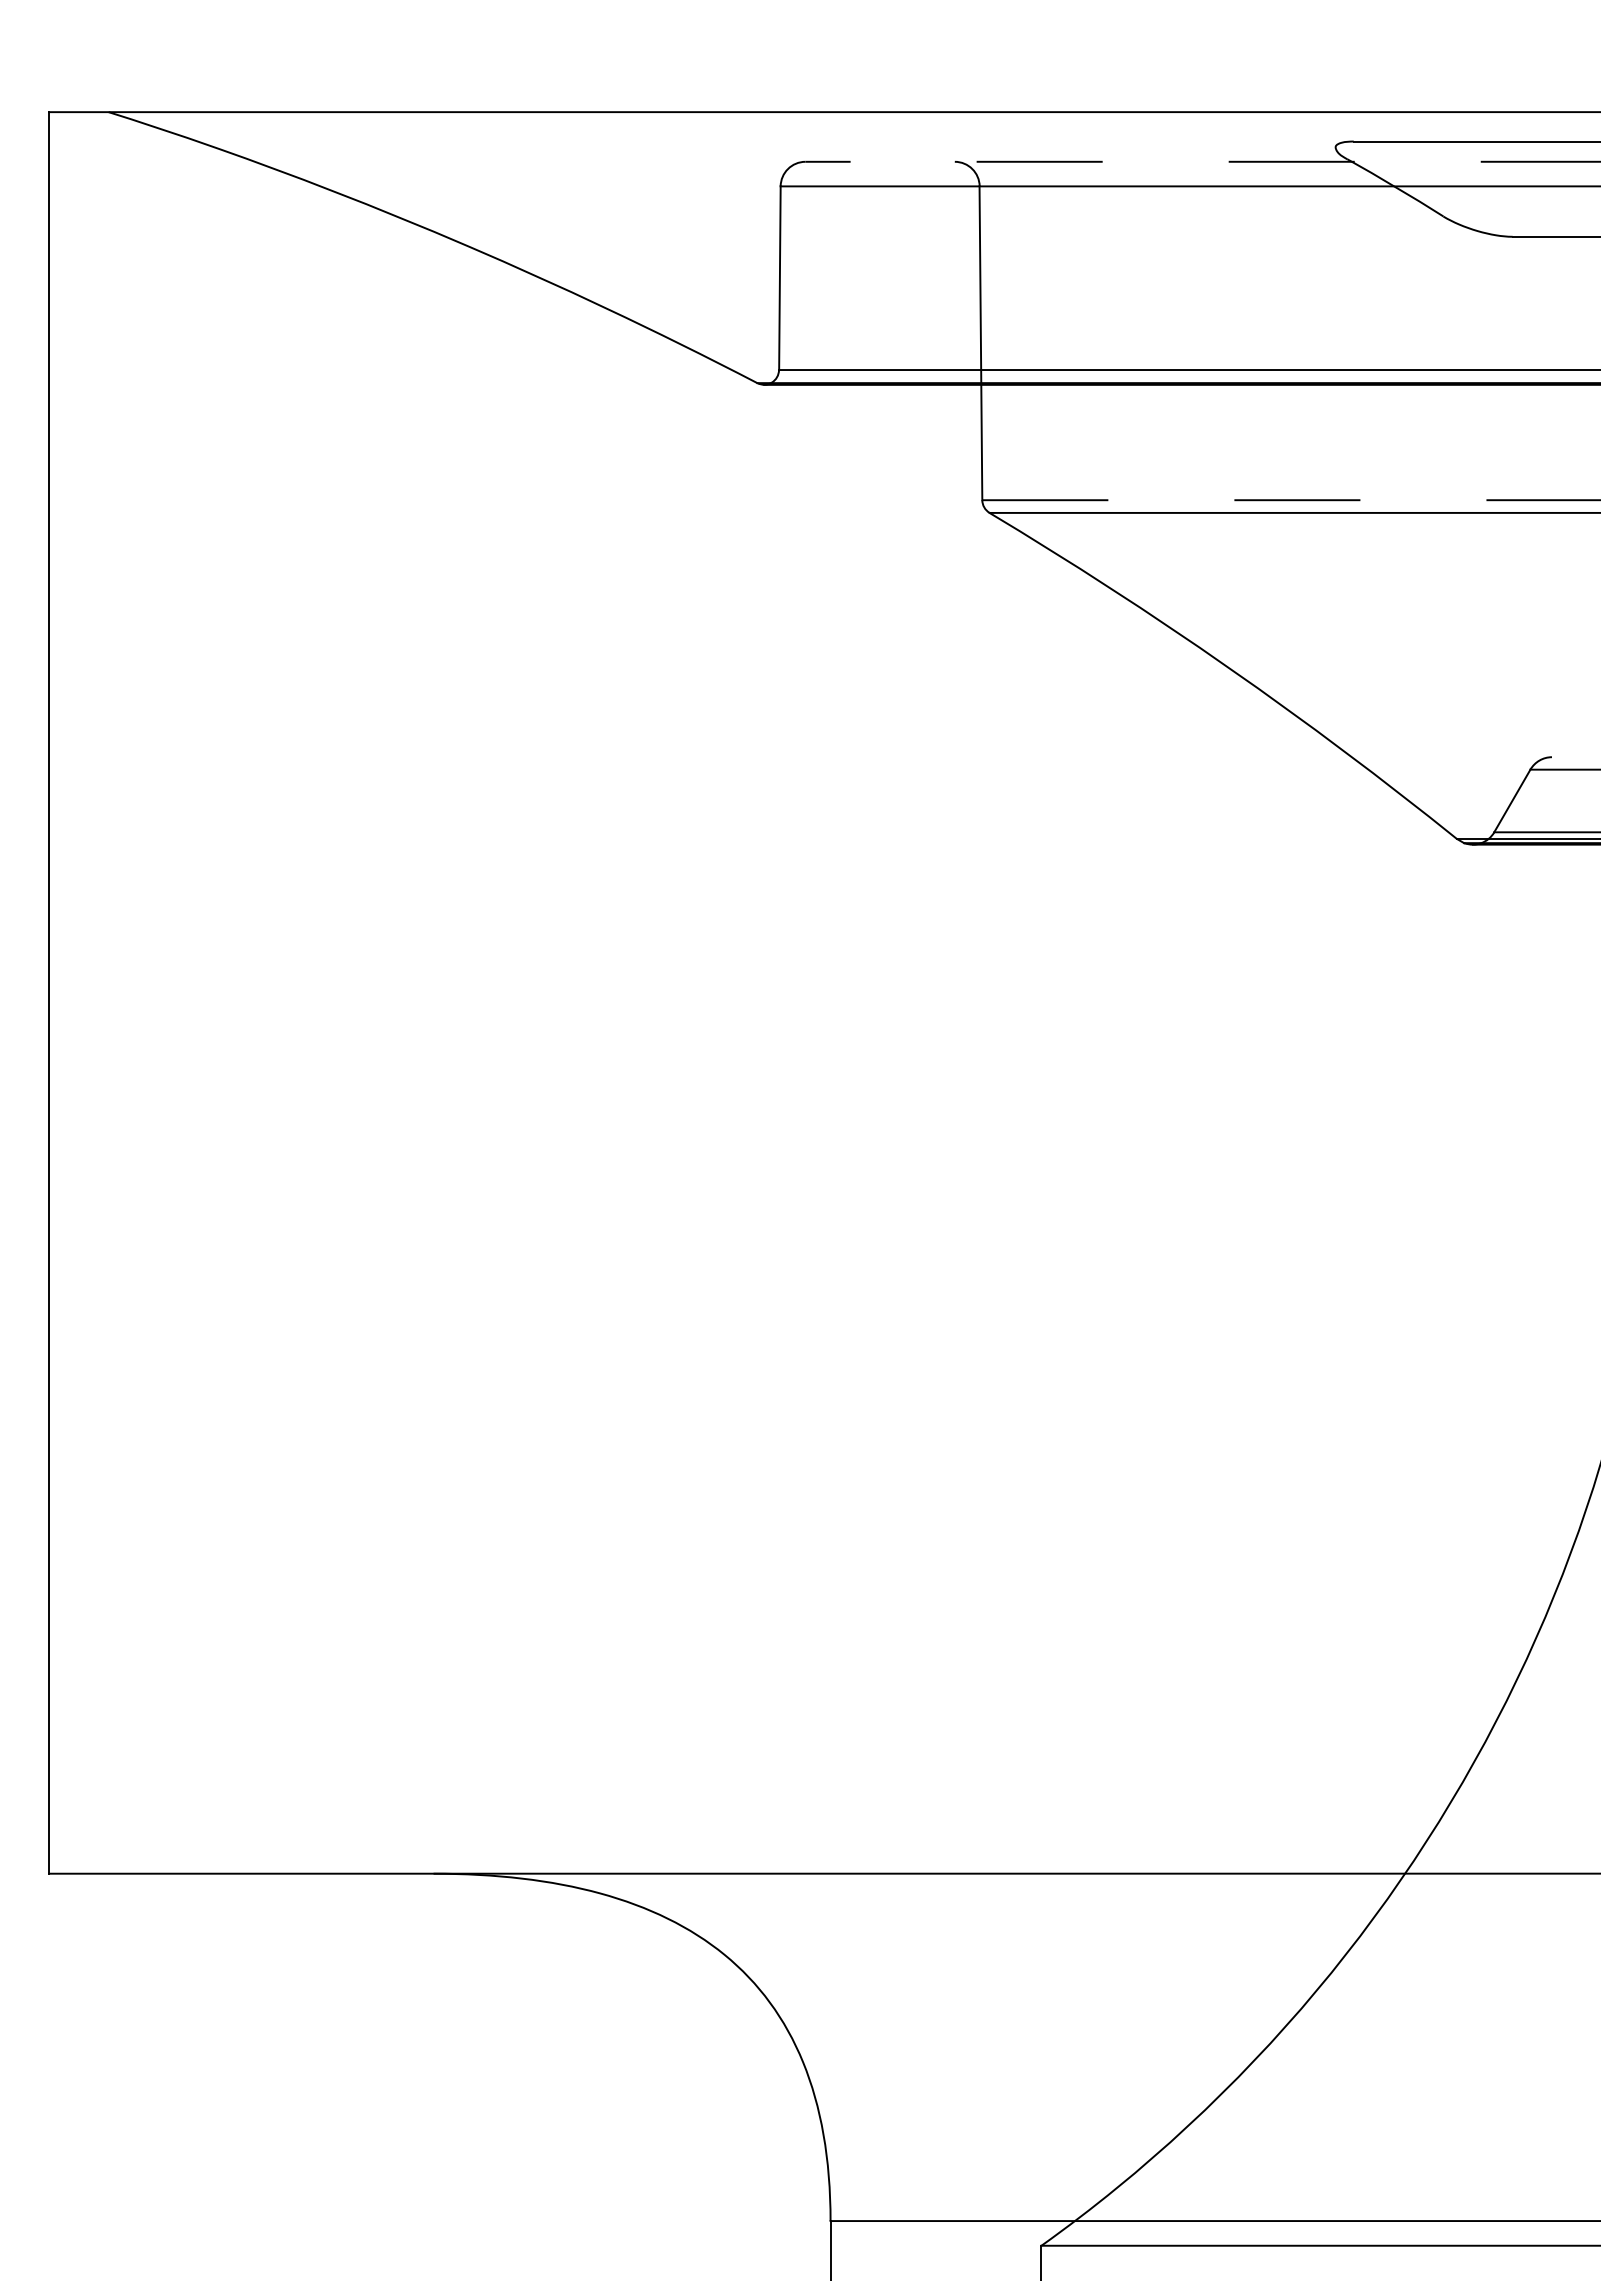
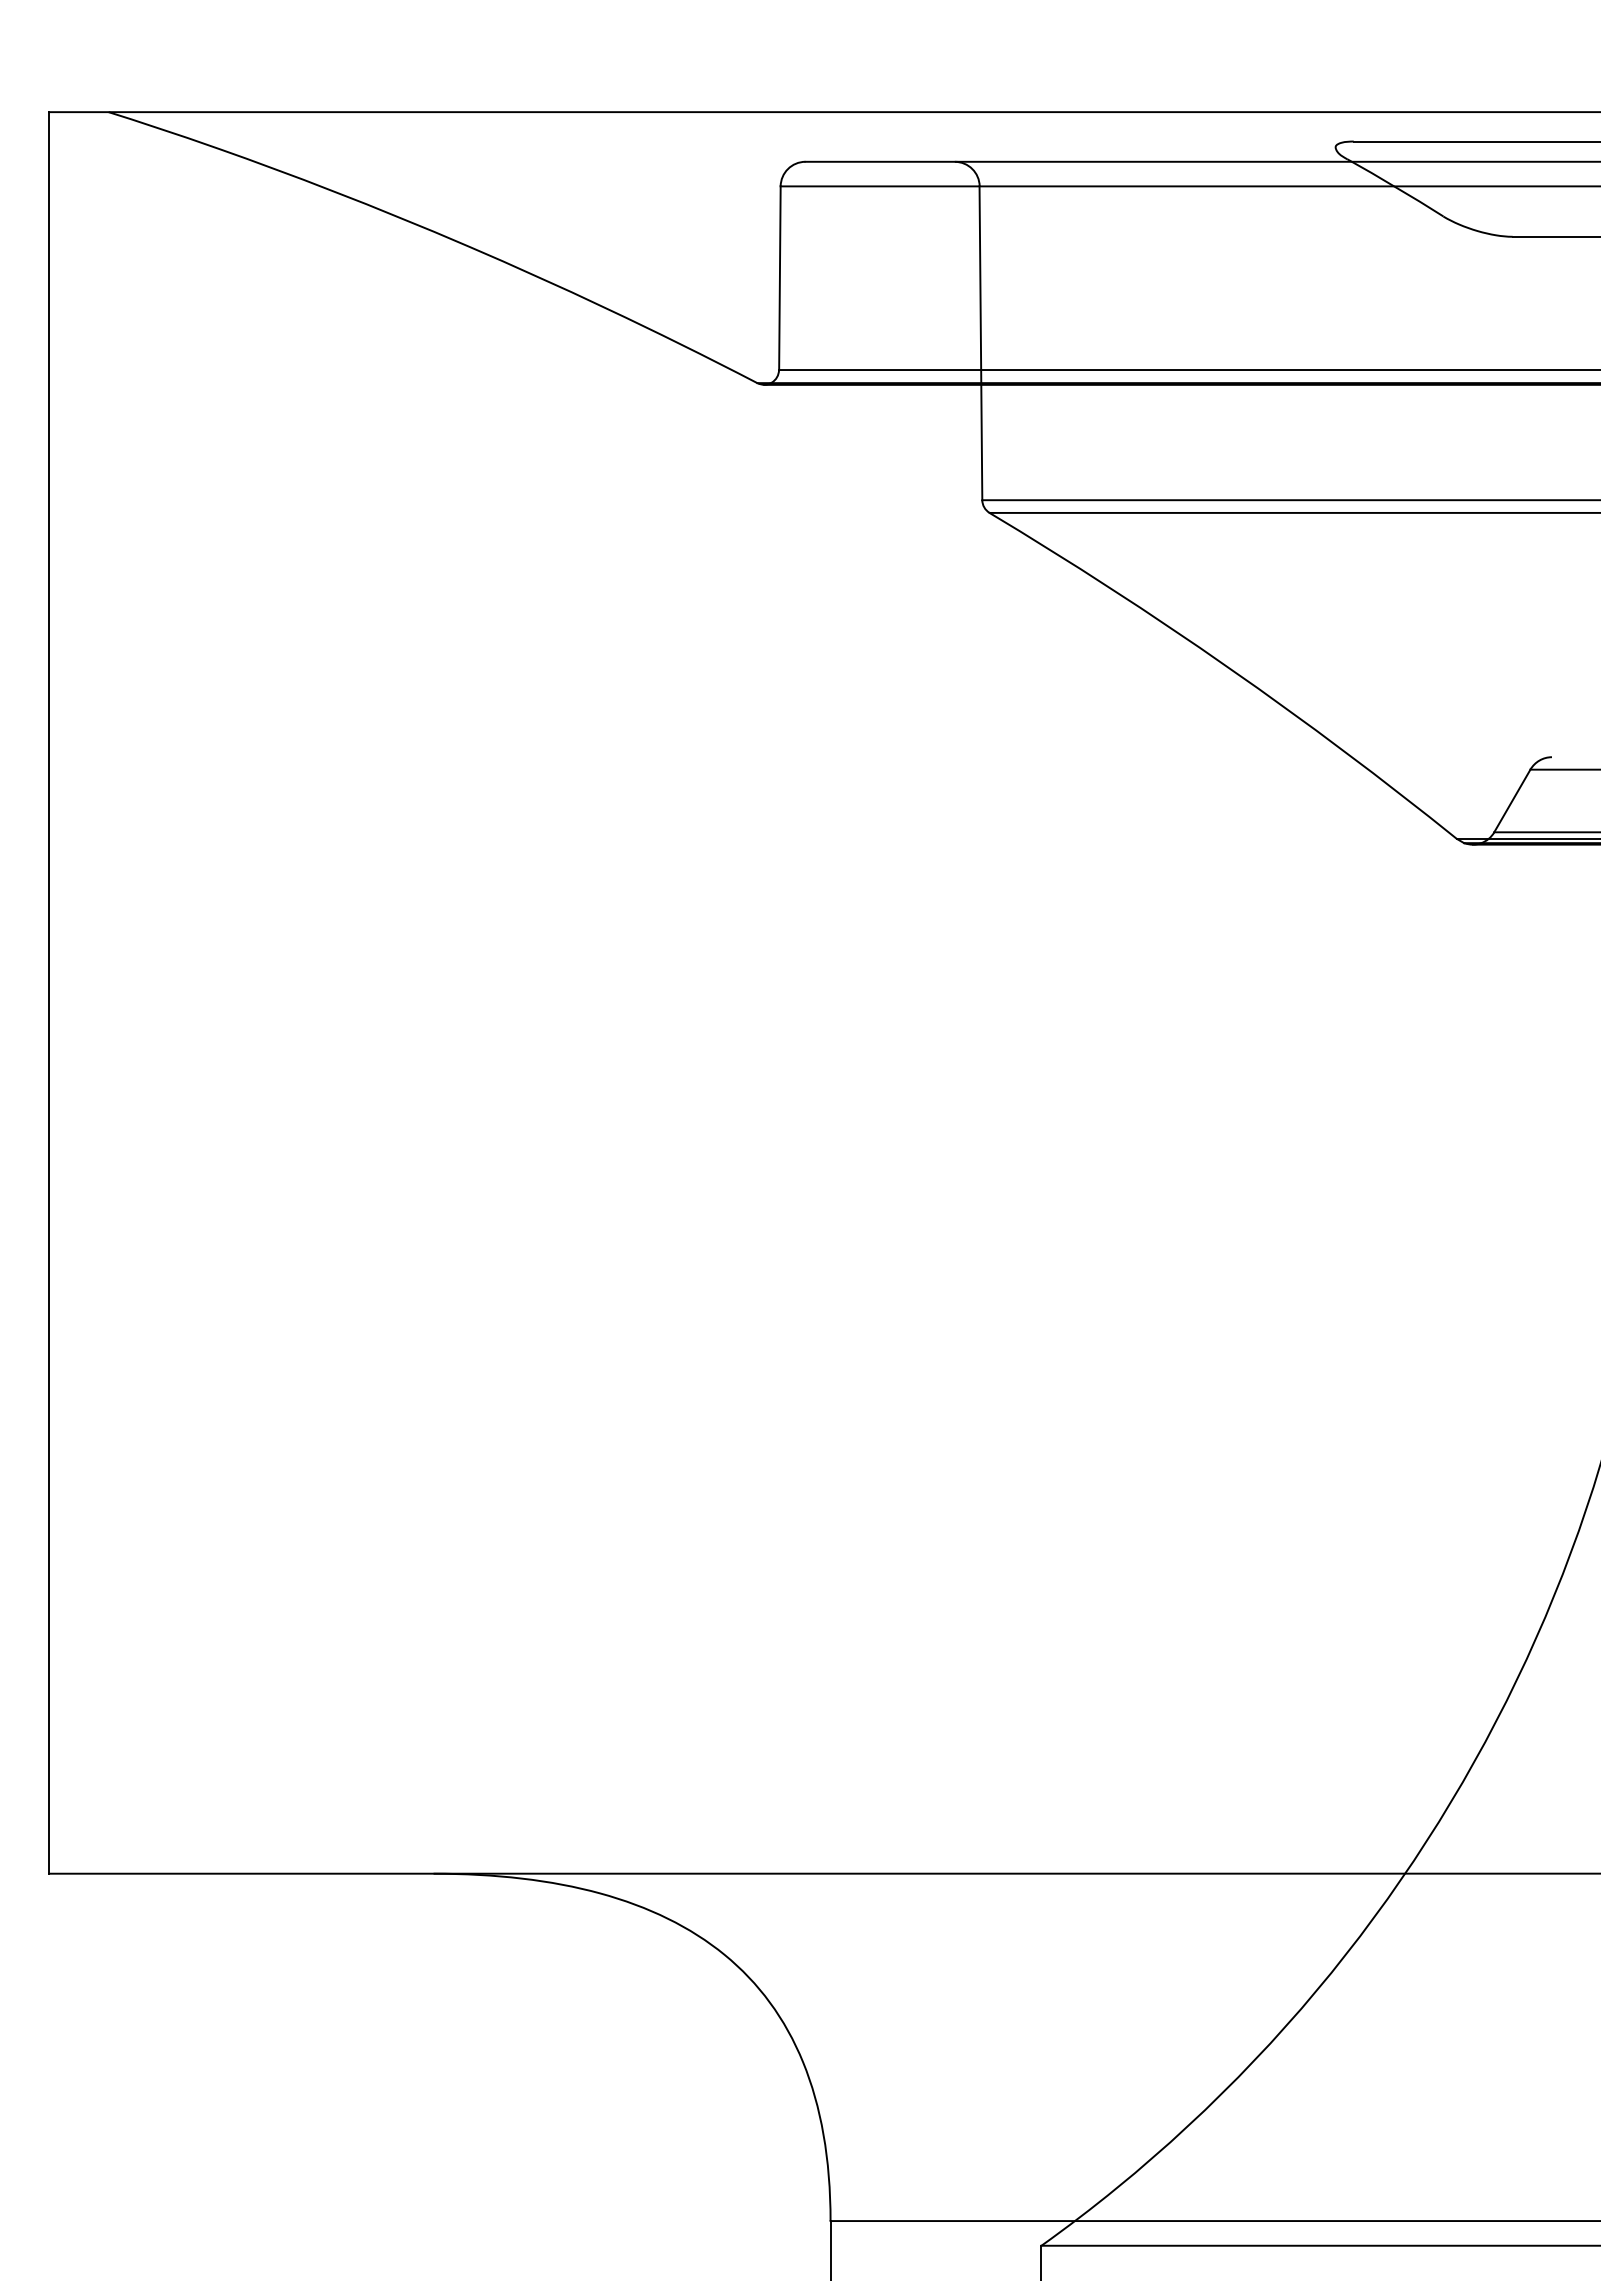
line at (1202, 161): dashed -> solid
line at (1291, 500): dashed -> solid
